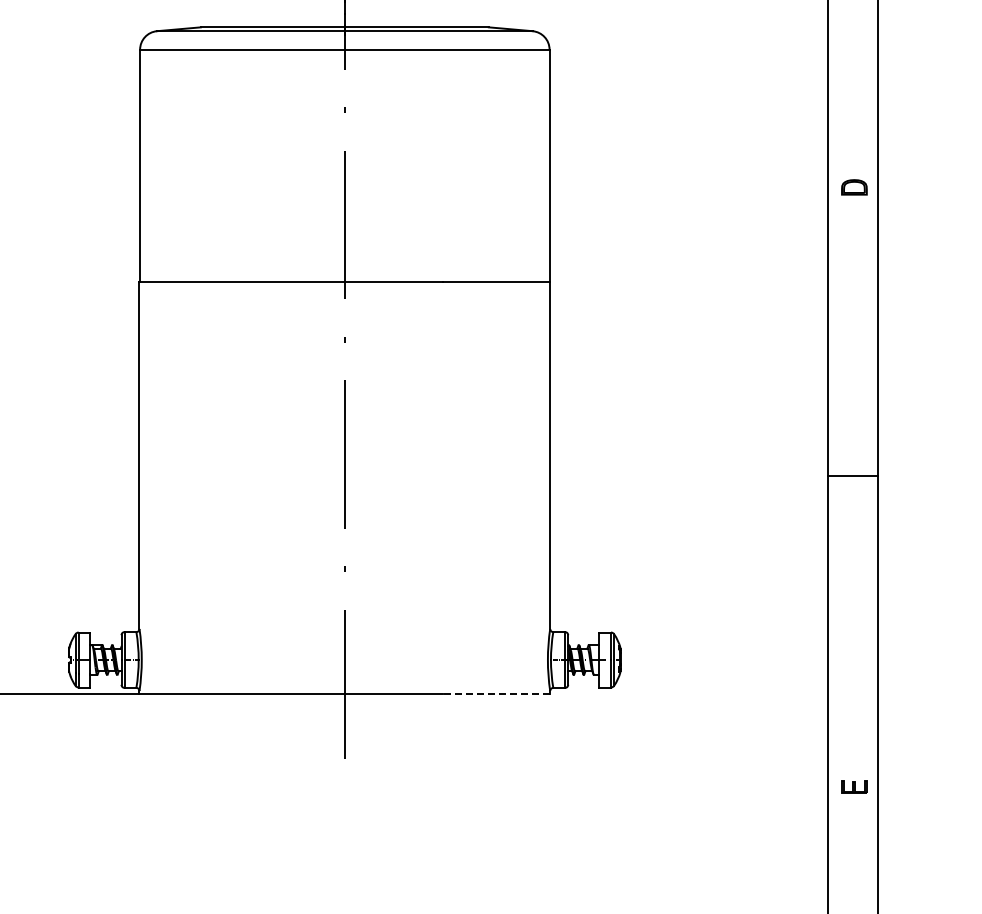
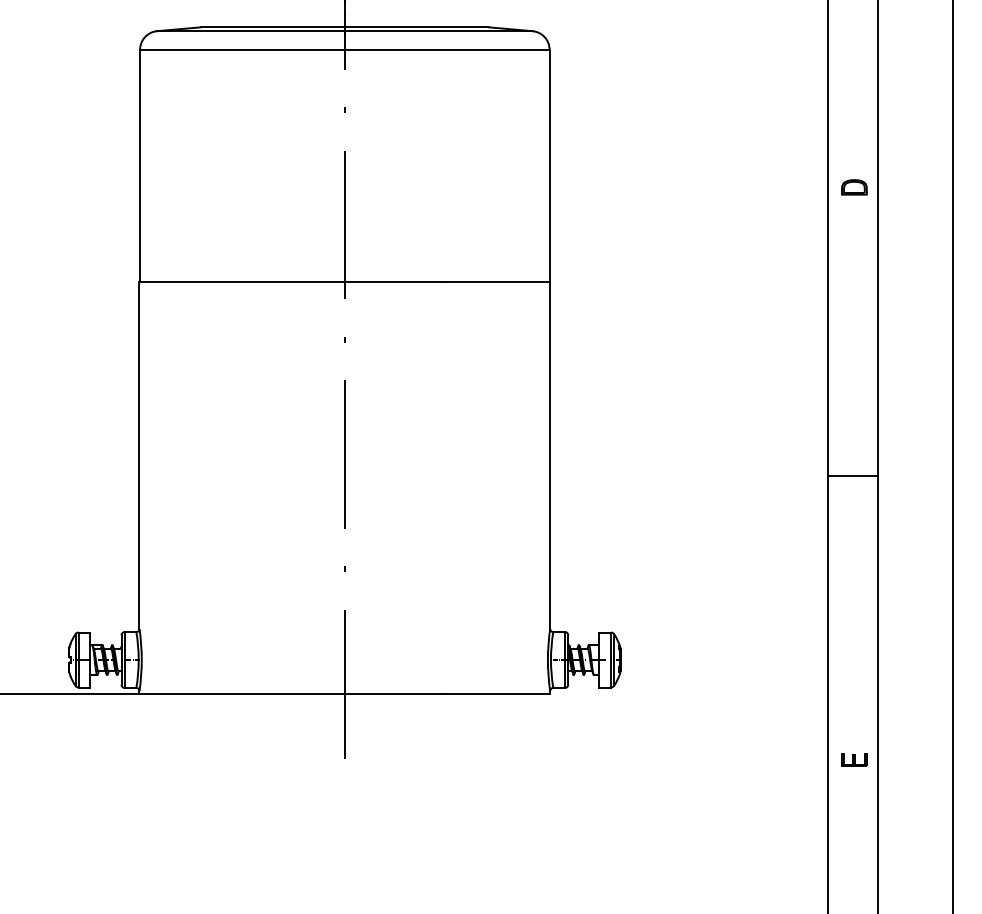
line at (952, 456): none -> present
line at (496, 694): dashed -> solid
part at (854, 786) position: (854, 786) -> (854, 759)
